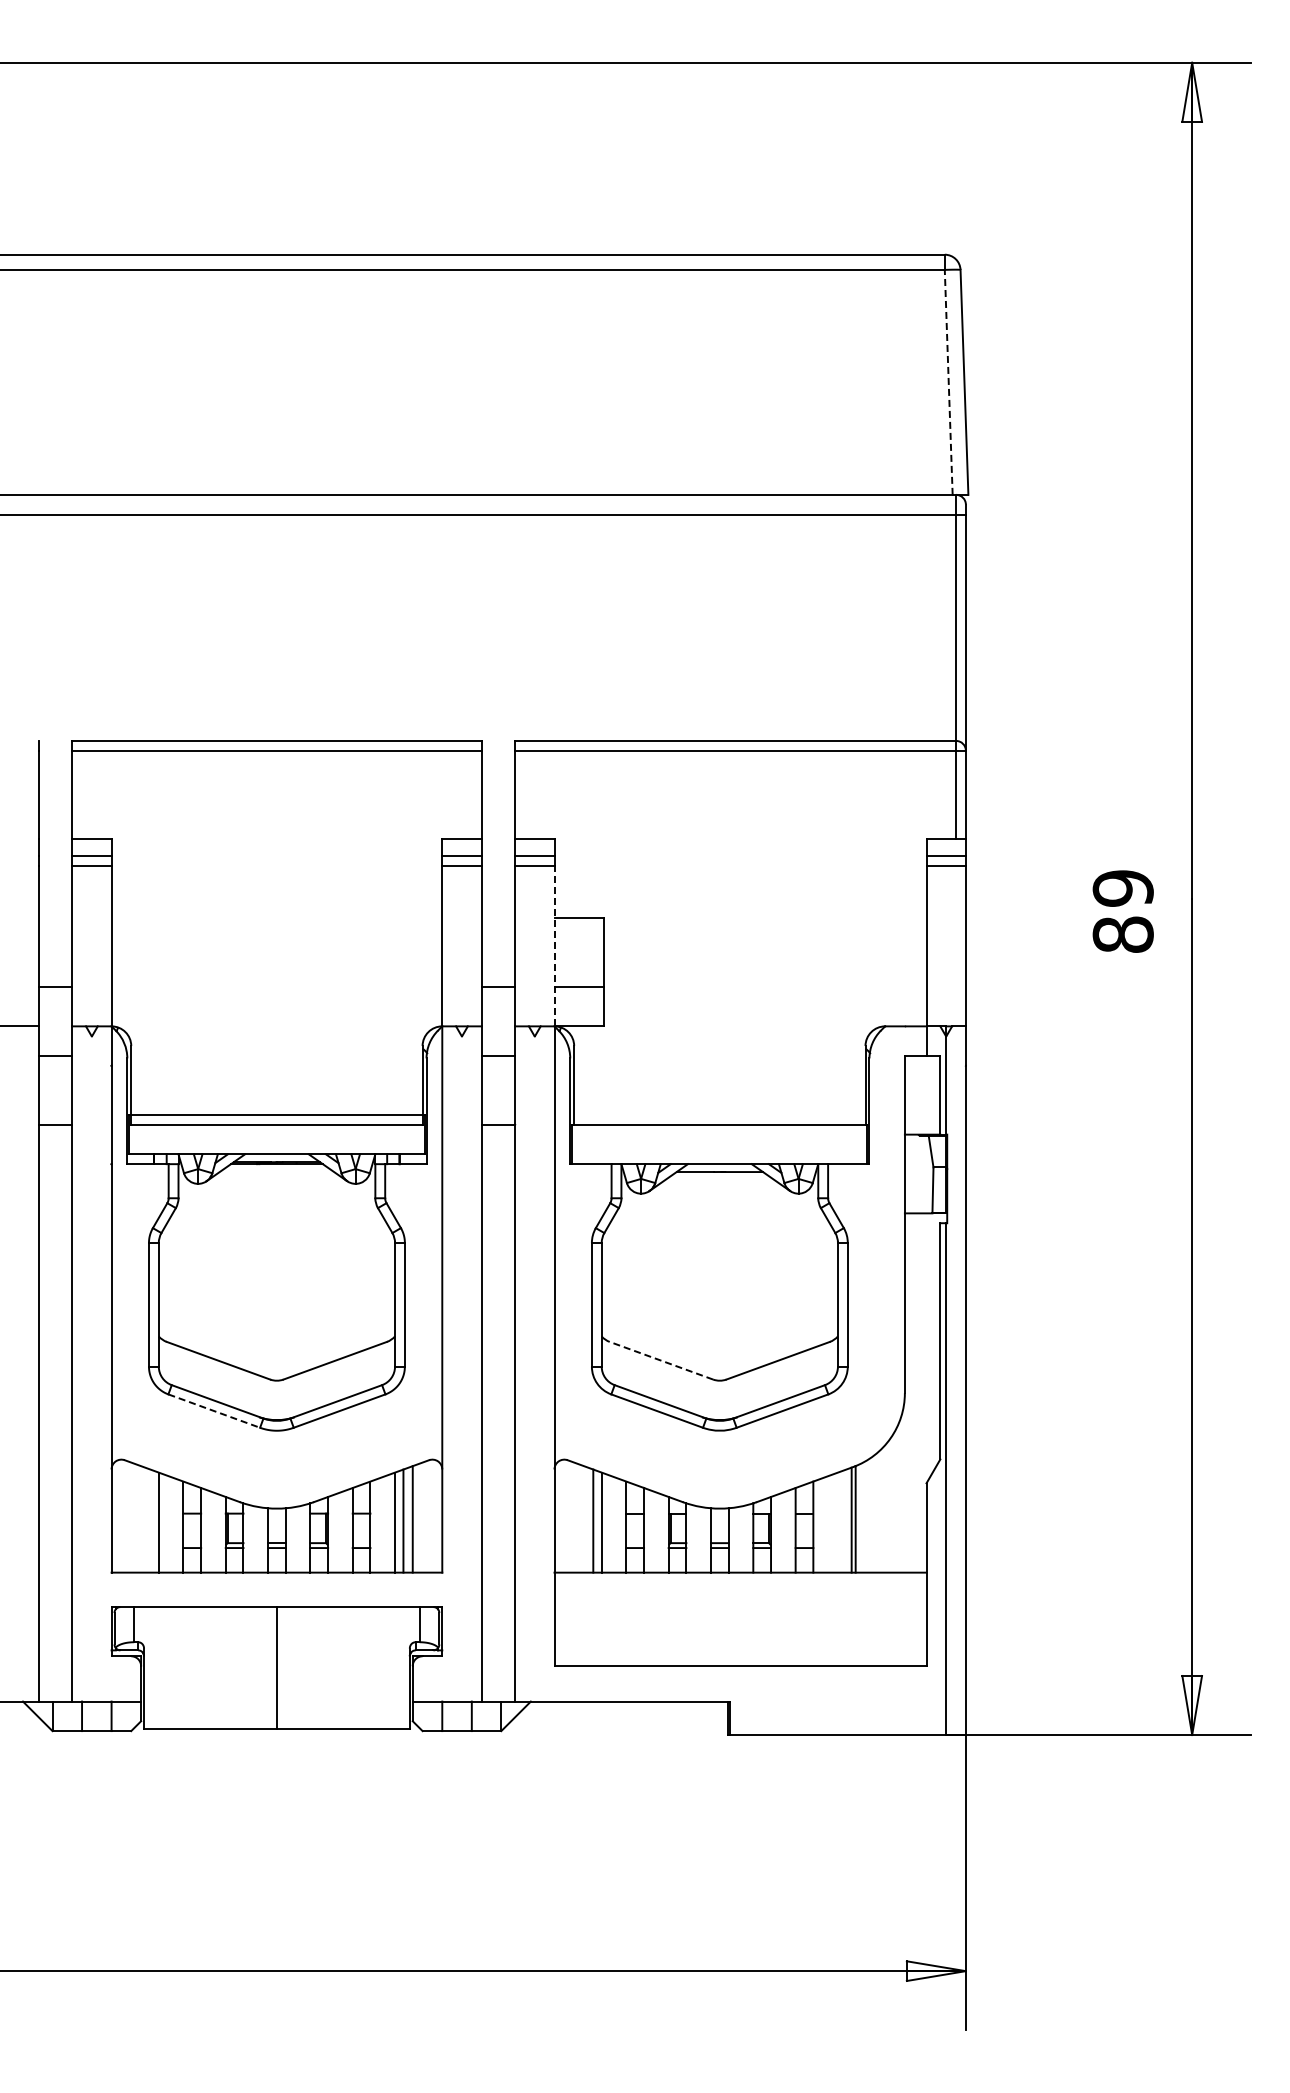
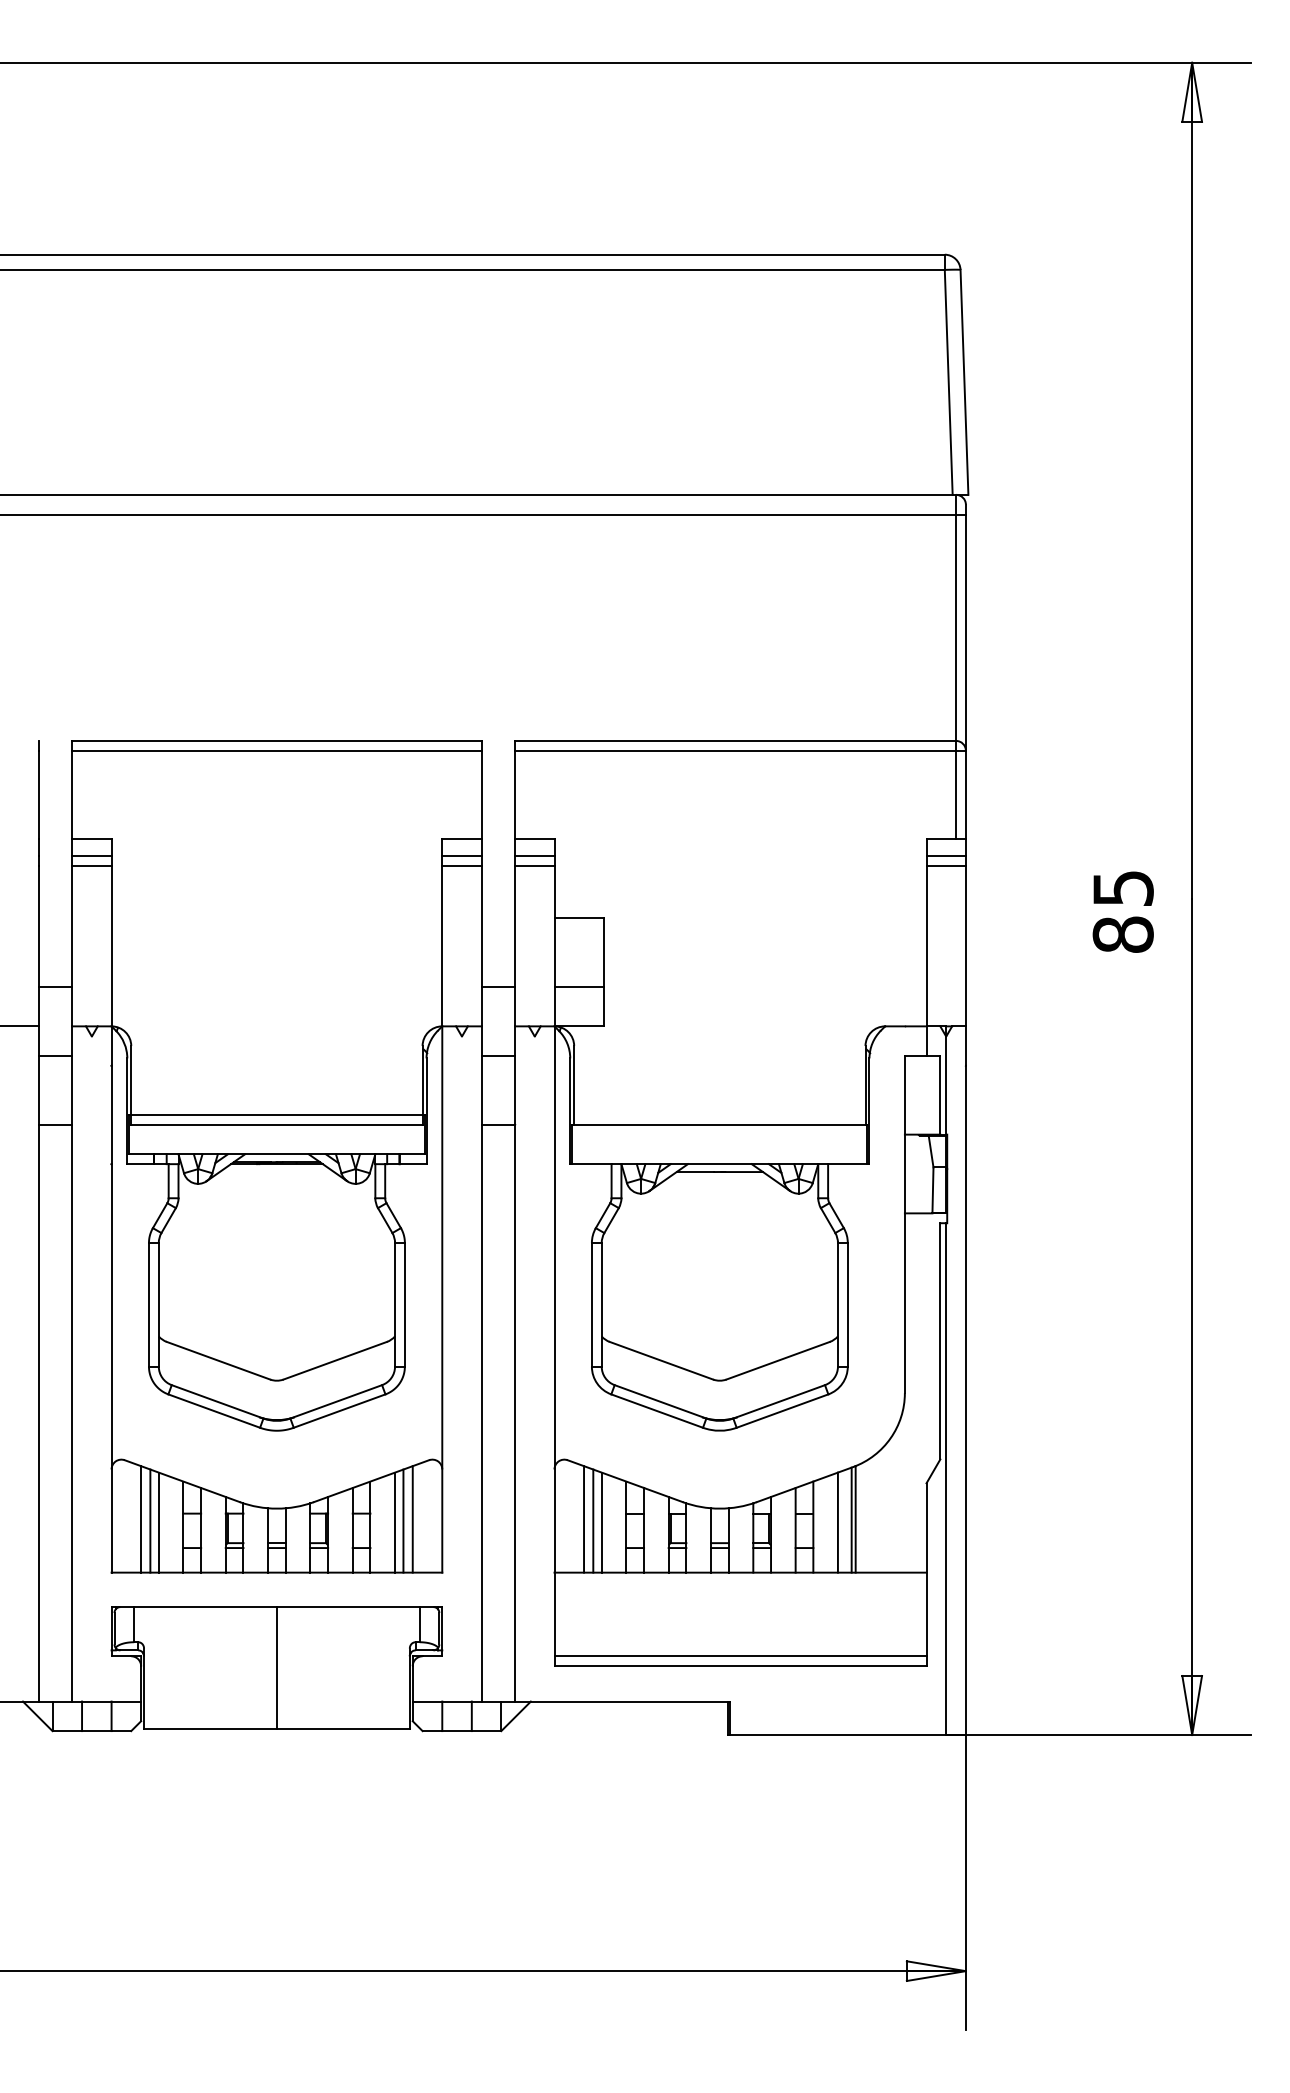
line at (948, 382): dashed -> solid
text at (1122, 888): 89 -> 85
line at (554, 945): dashed -> solid
line at (661, 1360): dashed -> solid
line at (214, 1411): dashed -> solid
line at (141, 1519): none -> present
line at (584, 1519): none -> present
line at (150, 1520): none -> present
line at (837, 1522): none -> present
line at (740, 1656): none -> present
